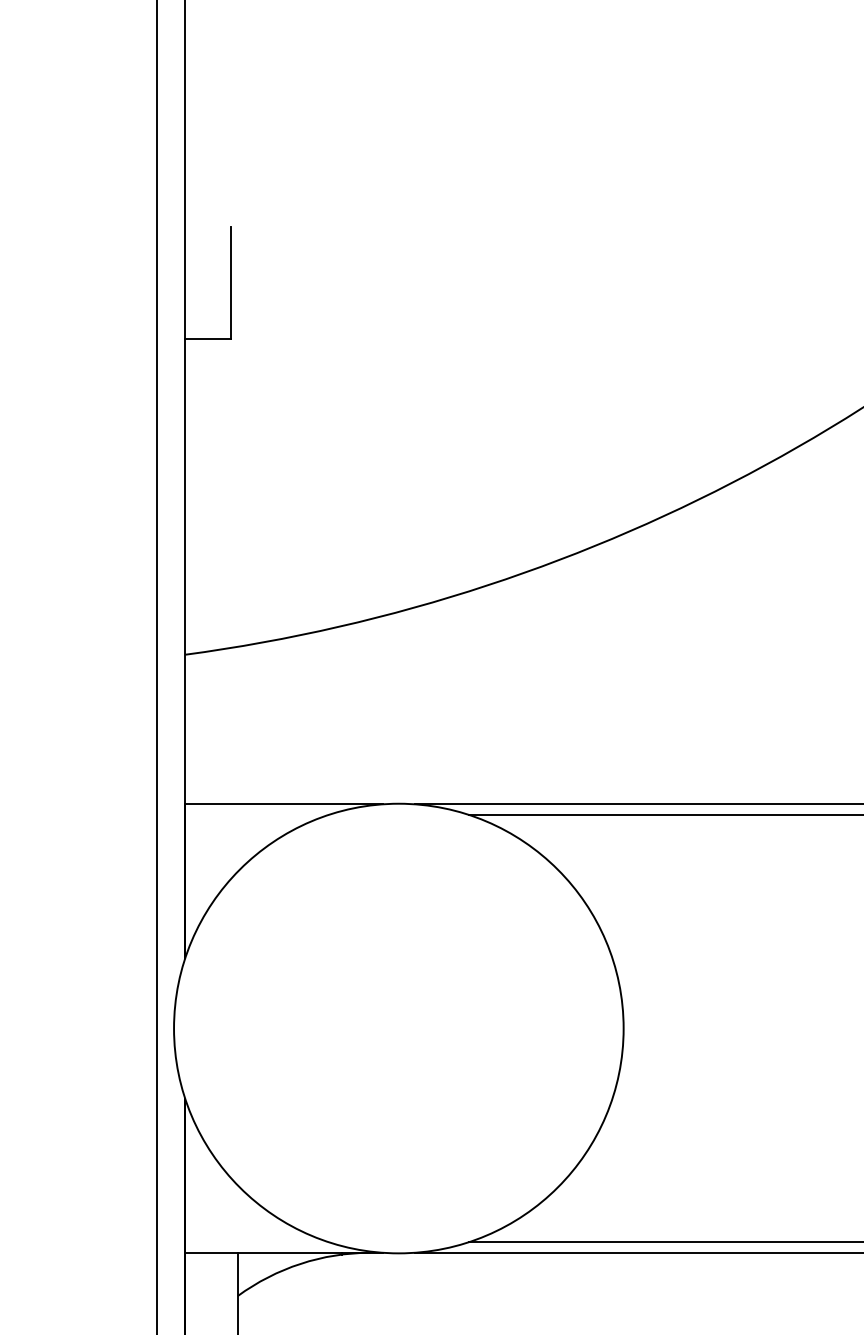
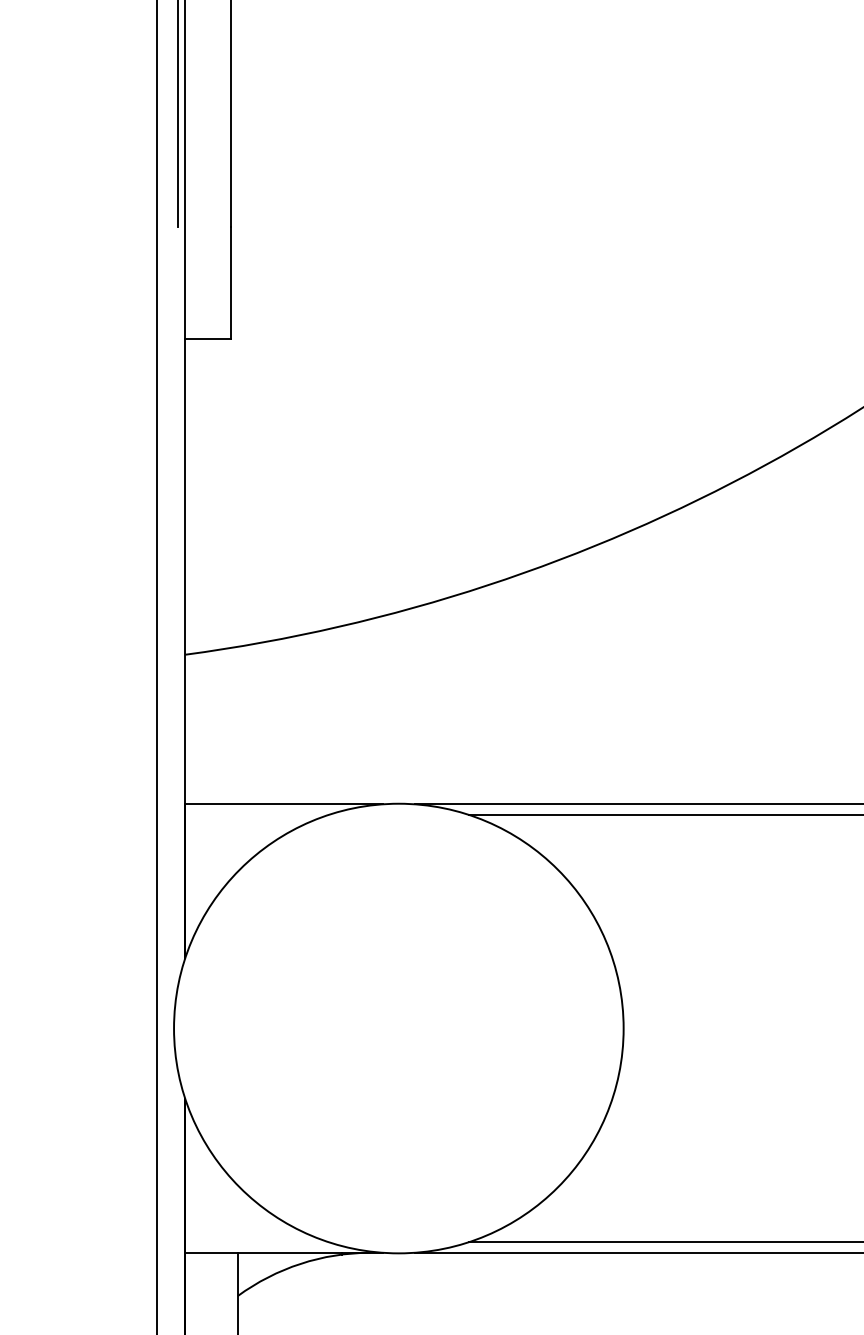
line at (178, 114): none -> present
line at (230, 114): none -> present
